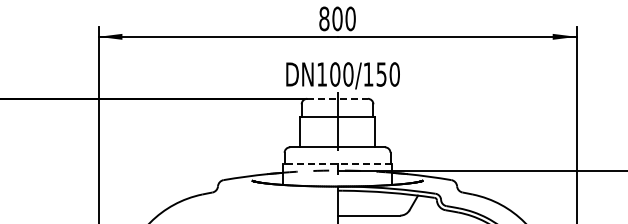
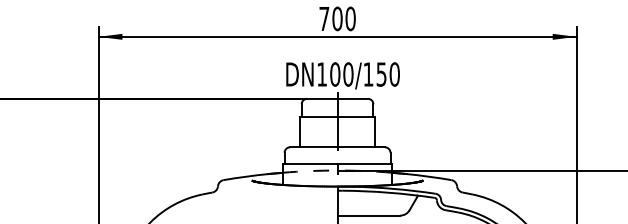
text at (324, 18): 800 -> 700
line at (338, 98): dashed -> solid
line at (337, 164): dashed -> solid
